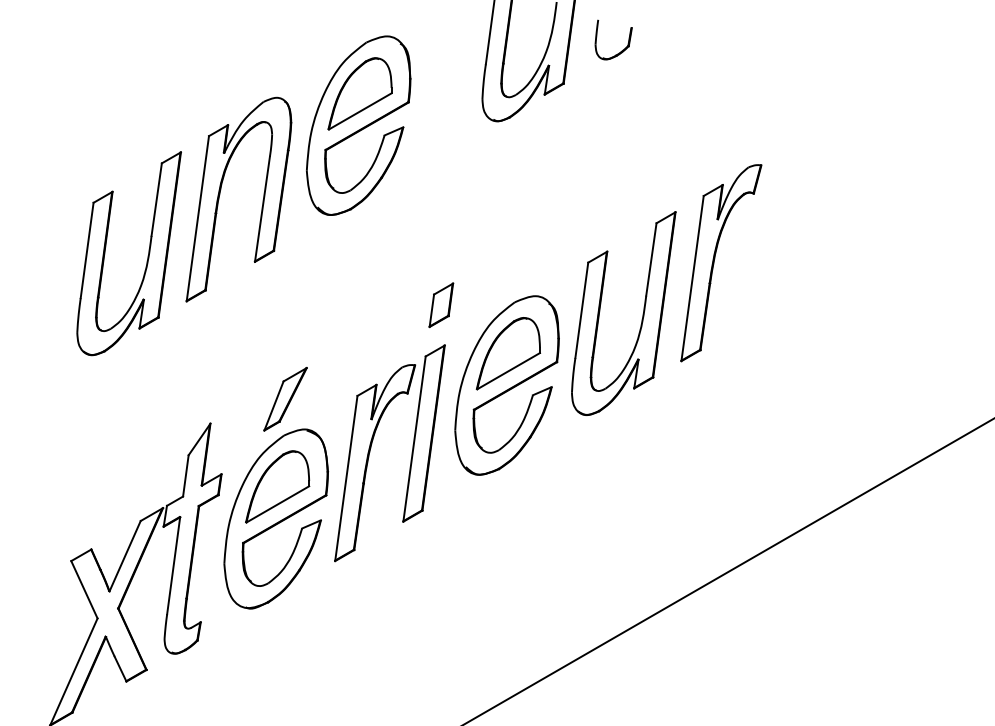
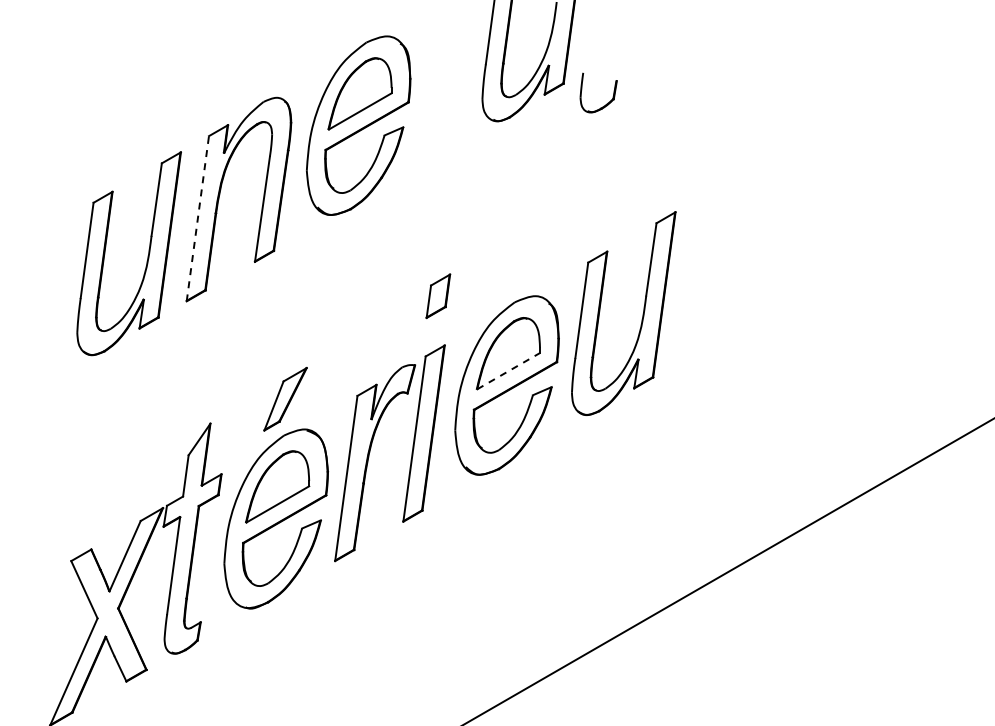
part at (621, 50) position: (621, 50) -> (606, 103)
line at (197, 218): solid -> dashed
part at (714, 263): present -> none
part at (441, 305) position: (441, 305) -> (438, 296)
line at (509, 370): solid -> dashed
